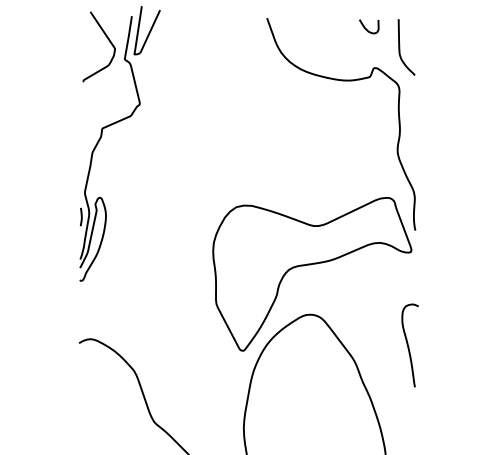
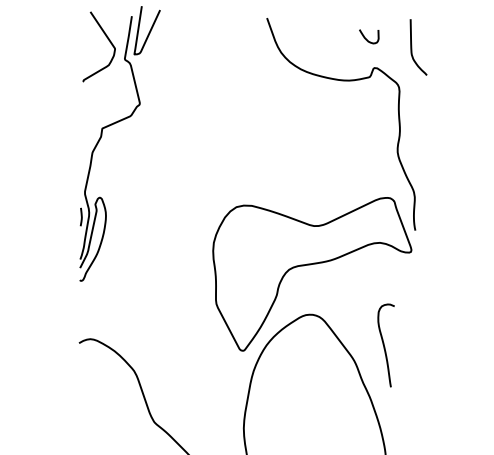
curve at (366, 28) position: (366, 28) -> (366, 38)
curve at (400, 47) position: (400, 47) -> (412, 47)
curve at (408, 345) position: (408, 345) -> (384, 345)
